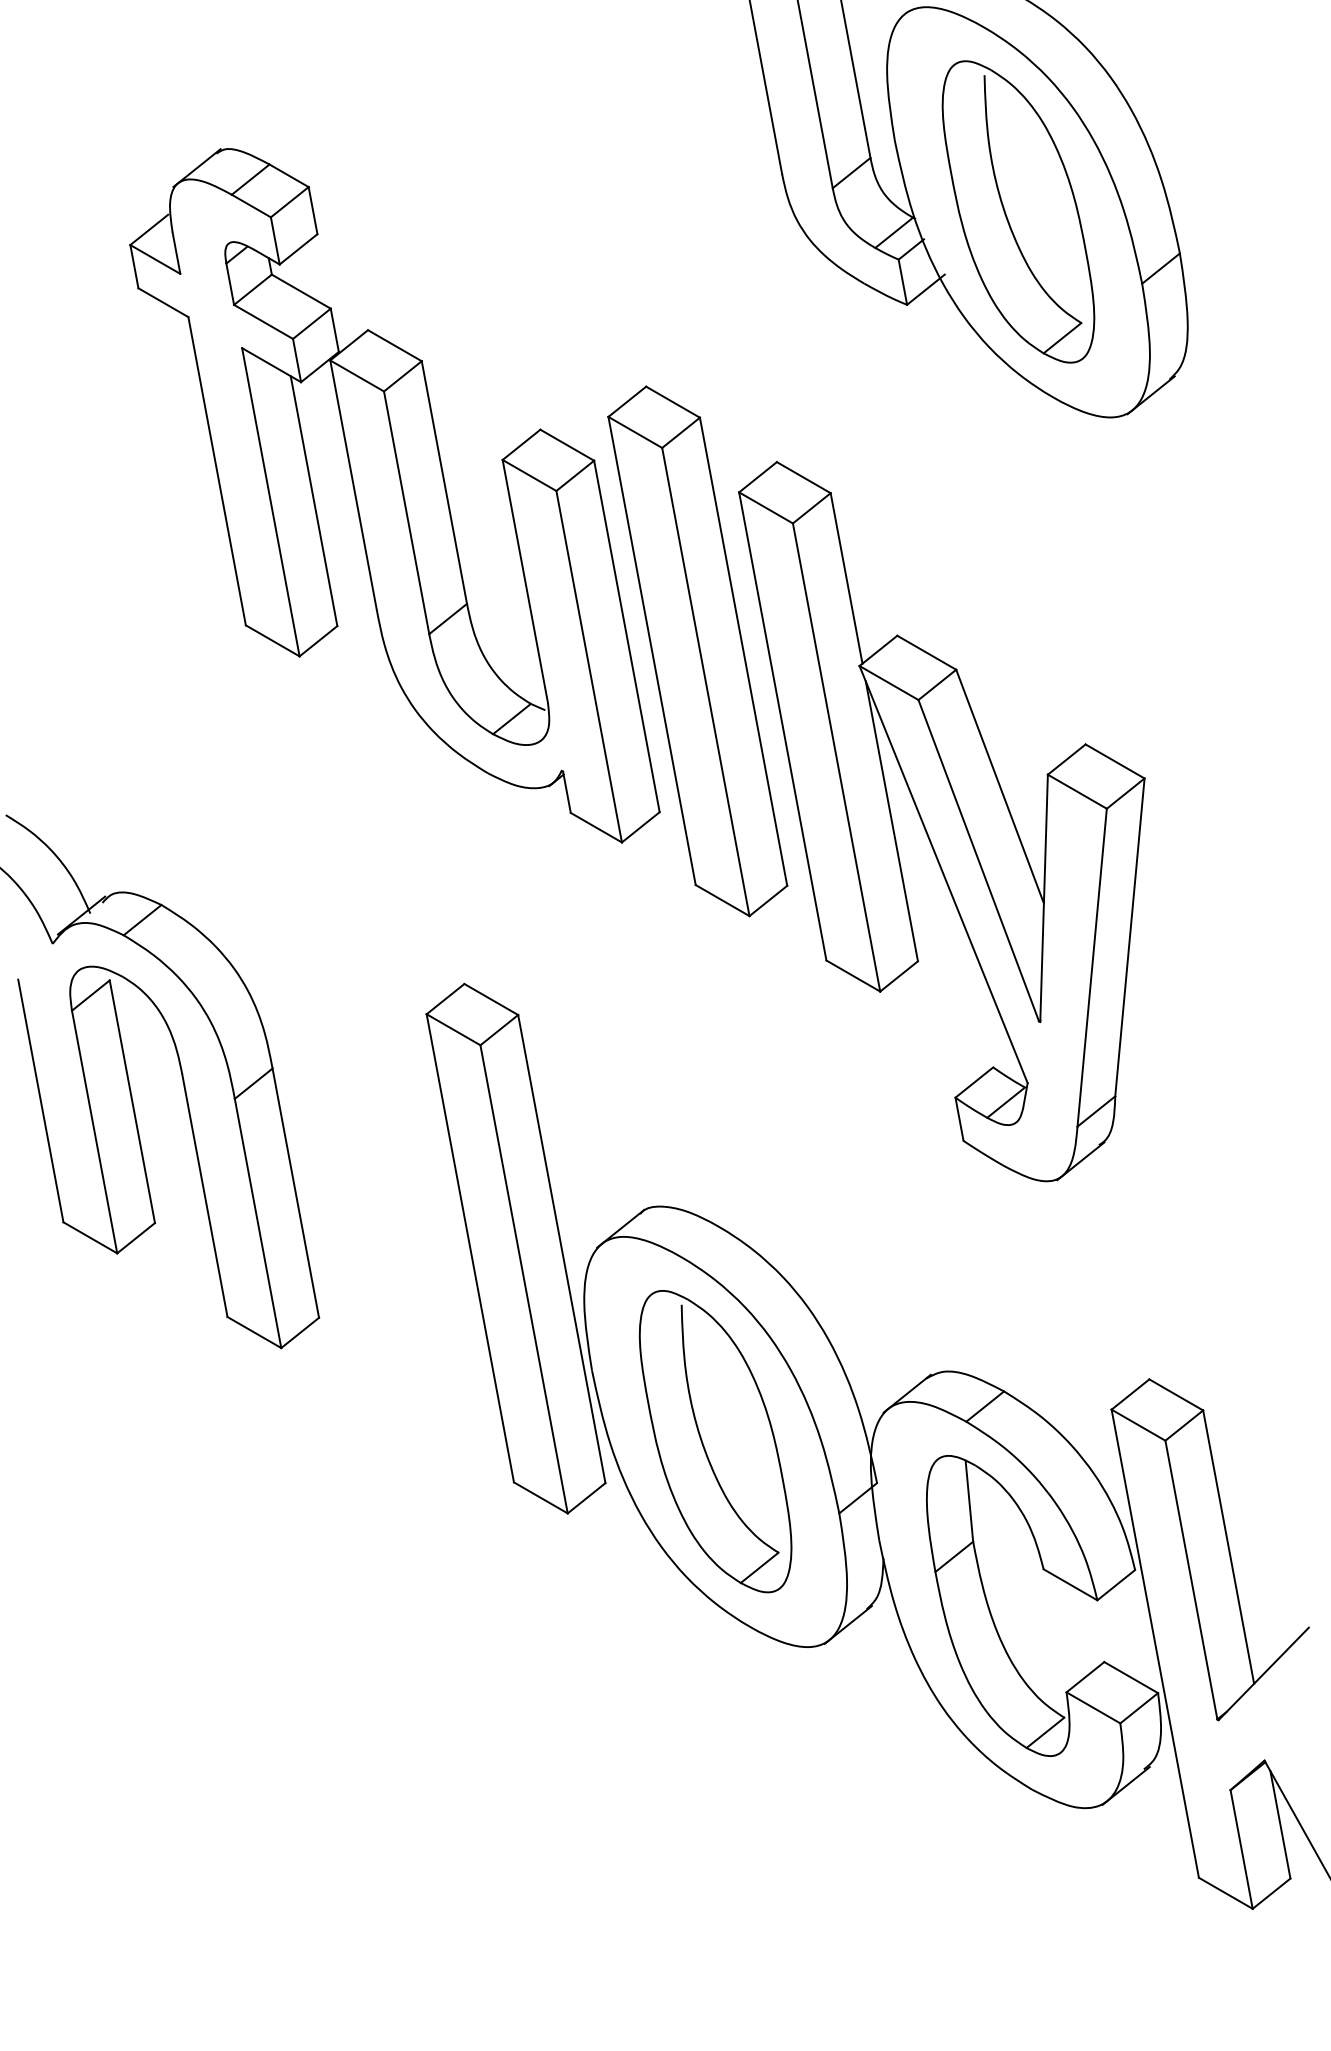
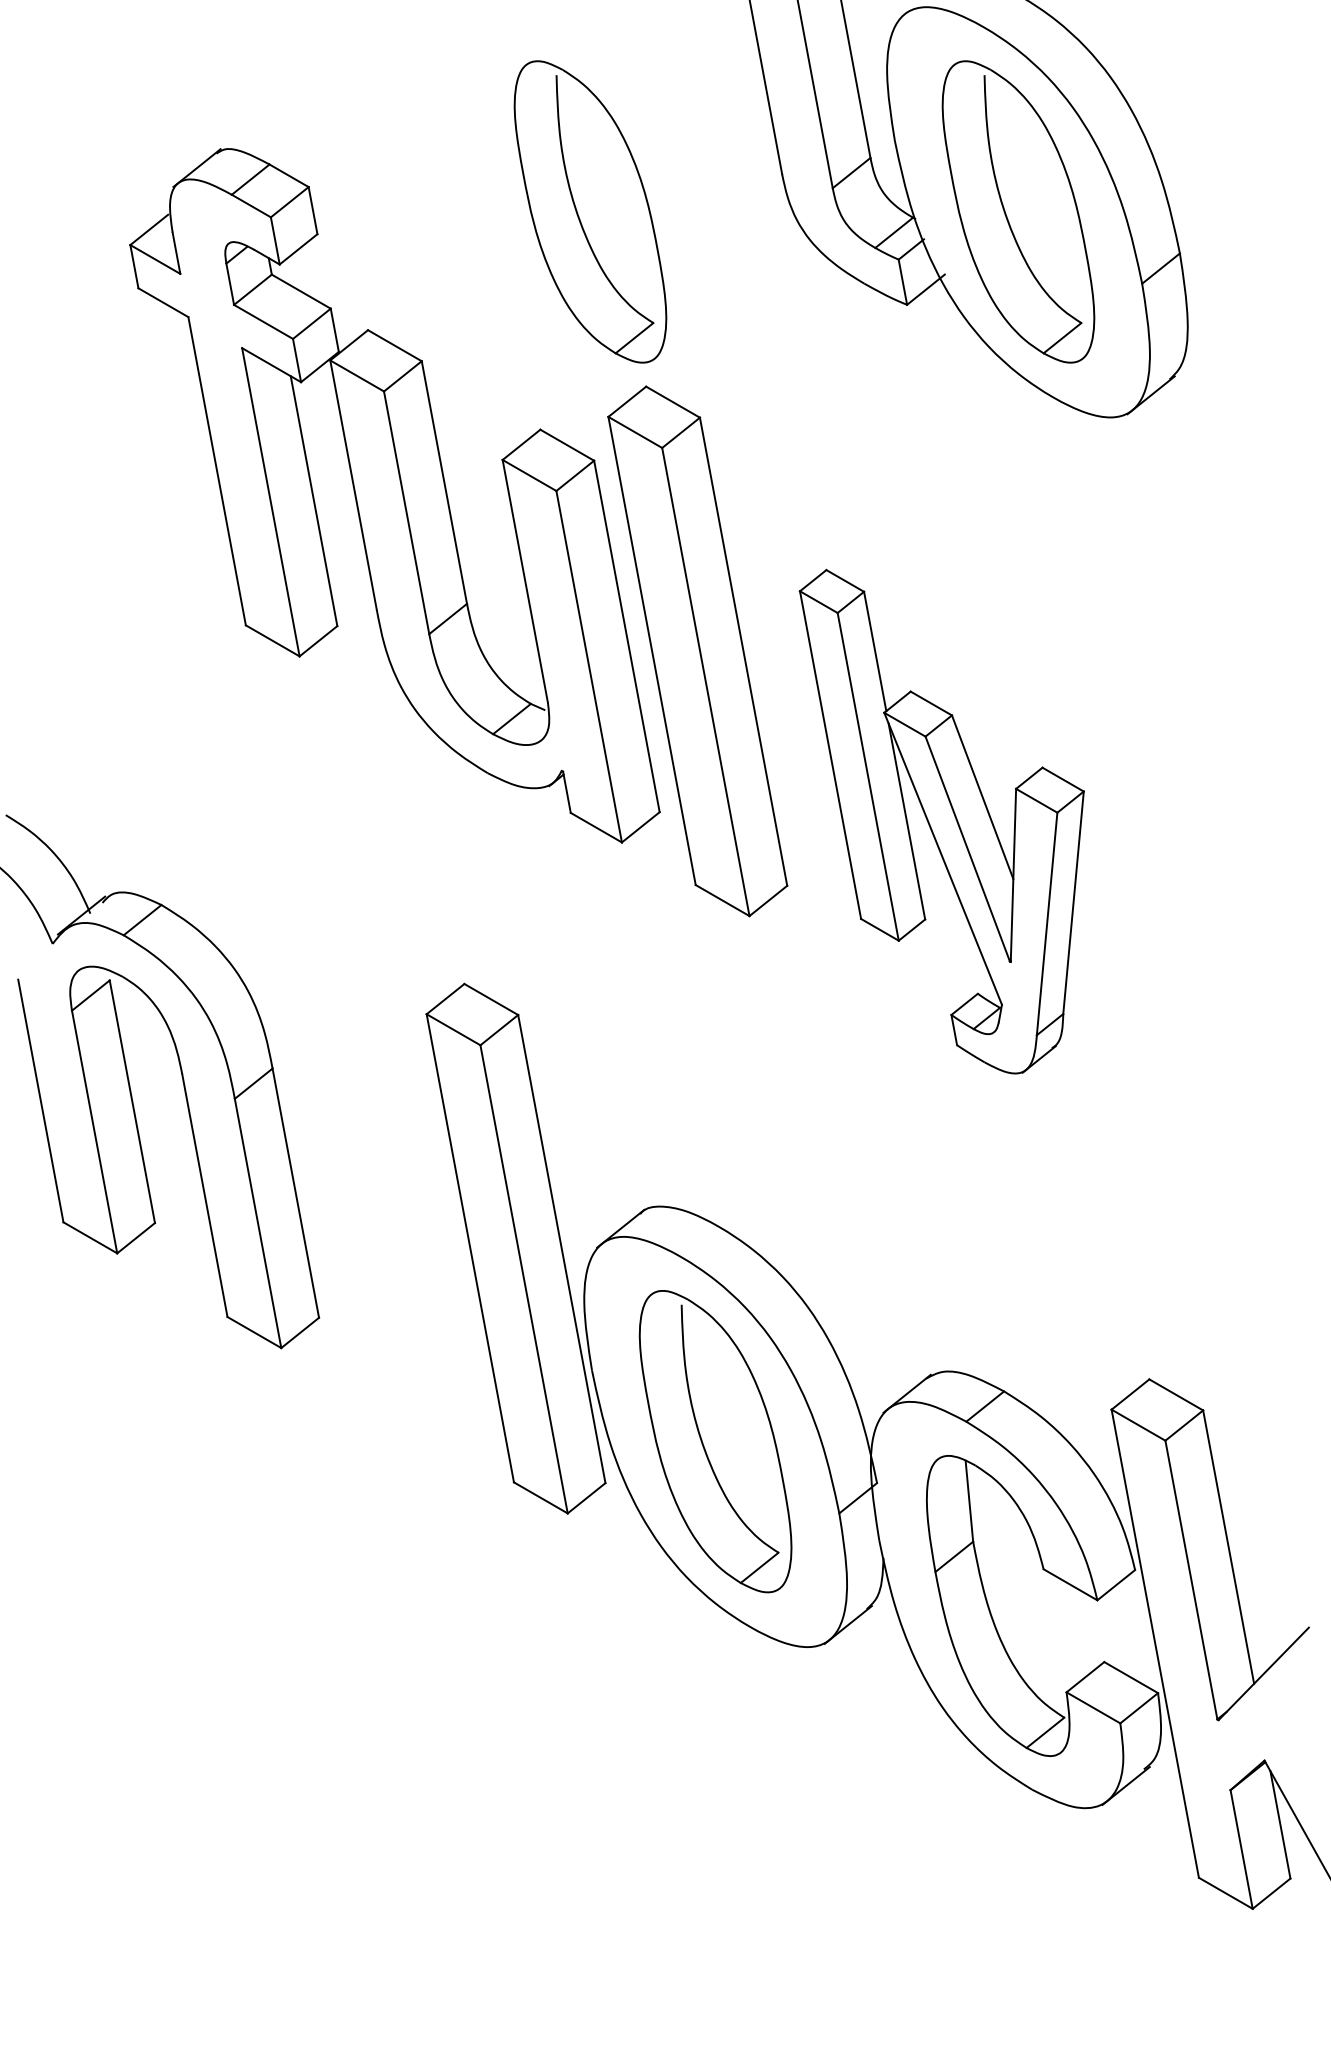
part at (590, 211): none -> present
part at (941, 821) size: 408x722 px -> 287x507 px
